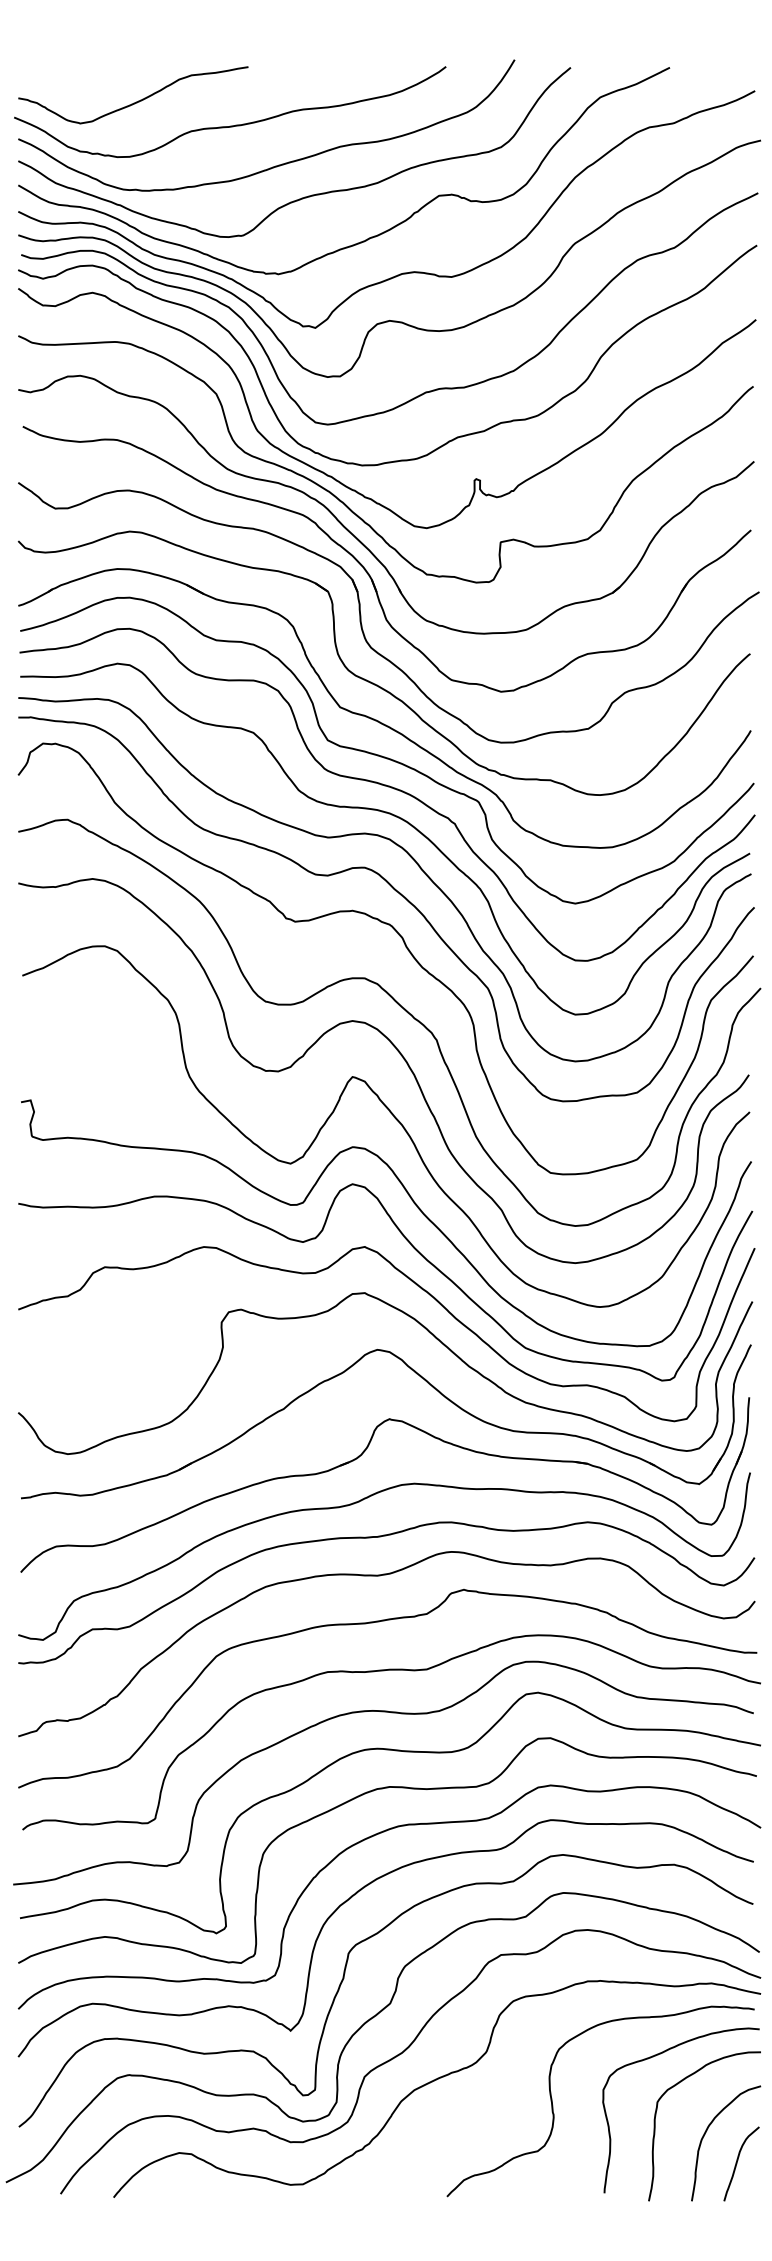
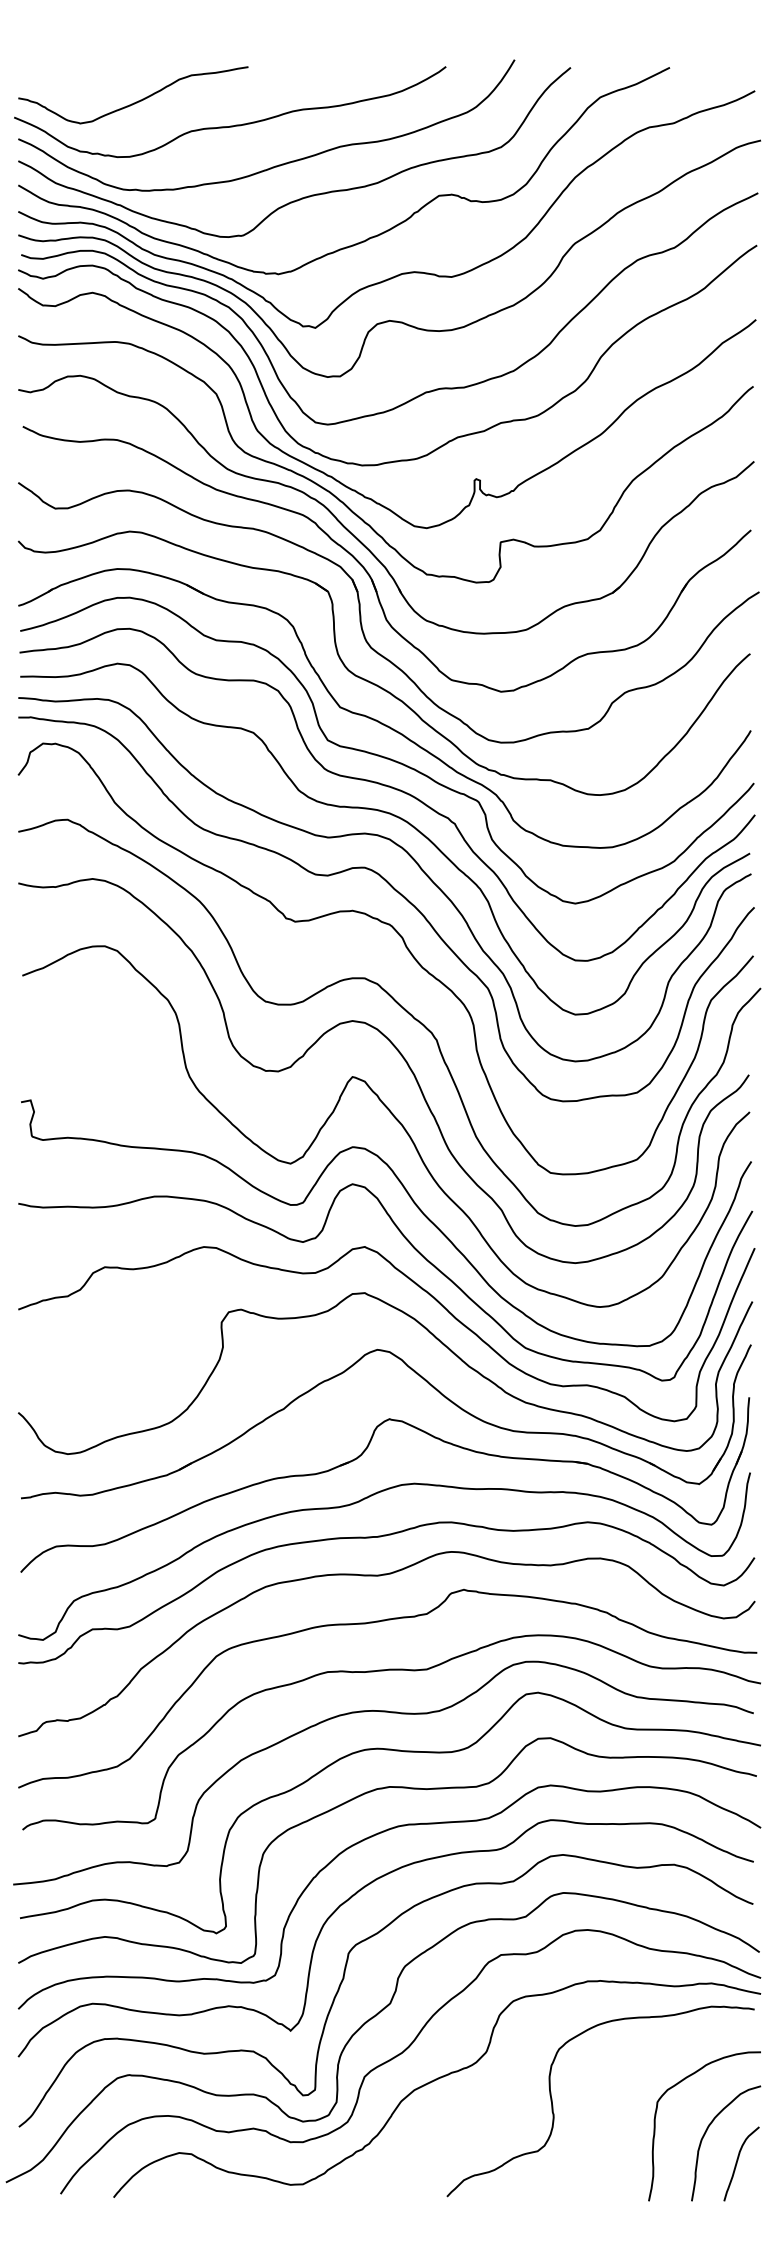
curve at (658, 2055): present -> none
